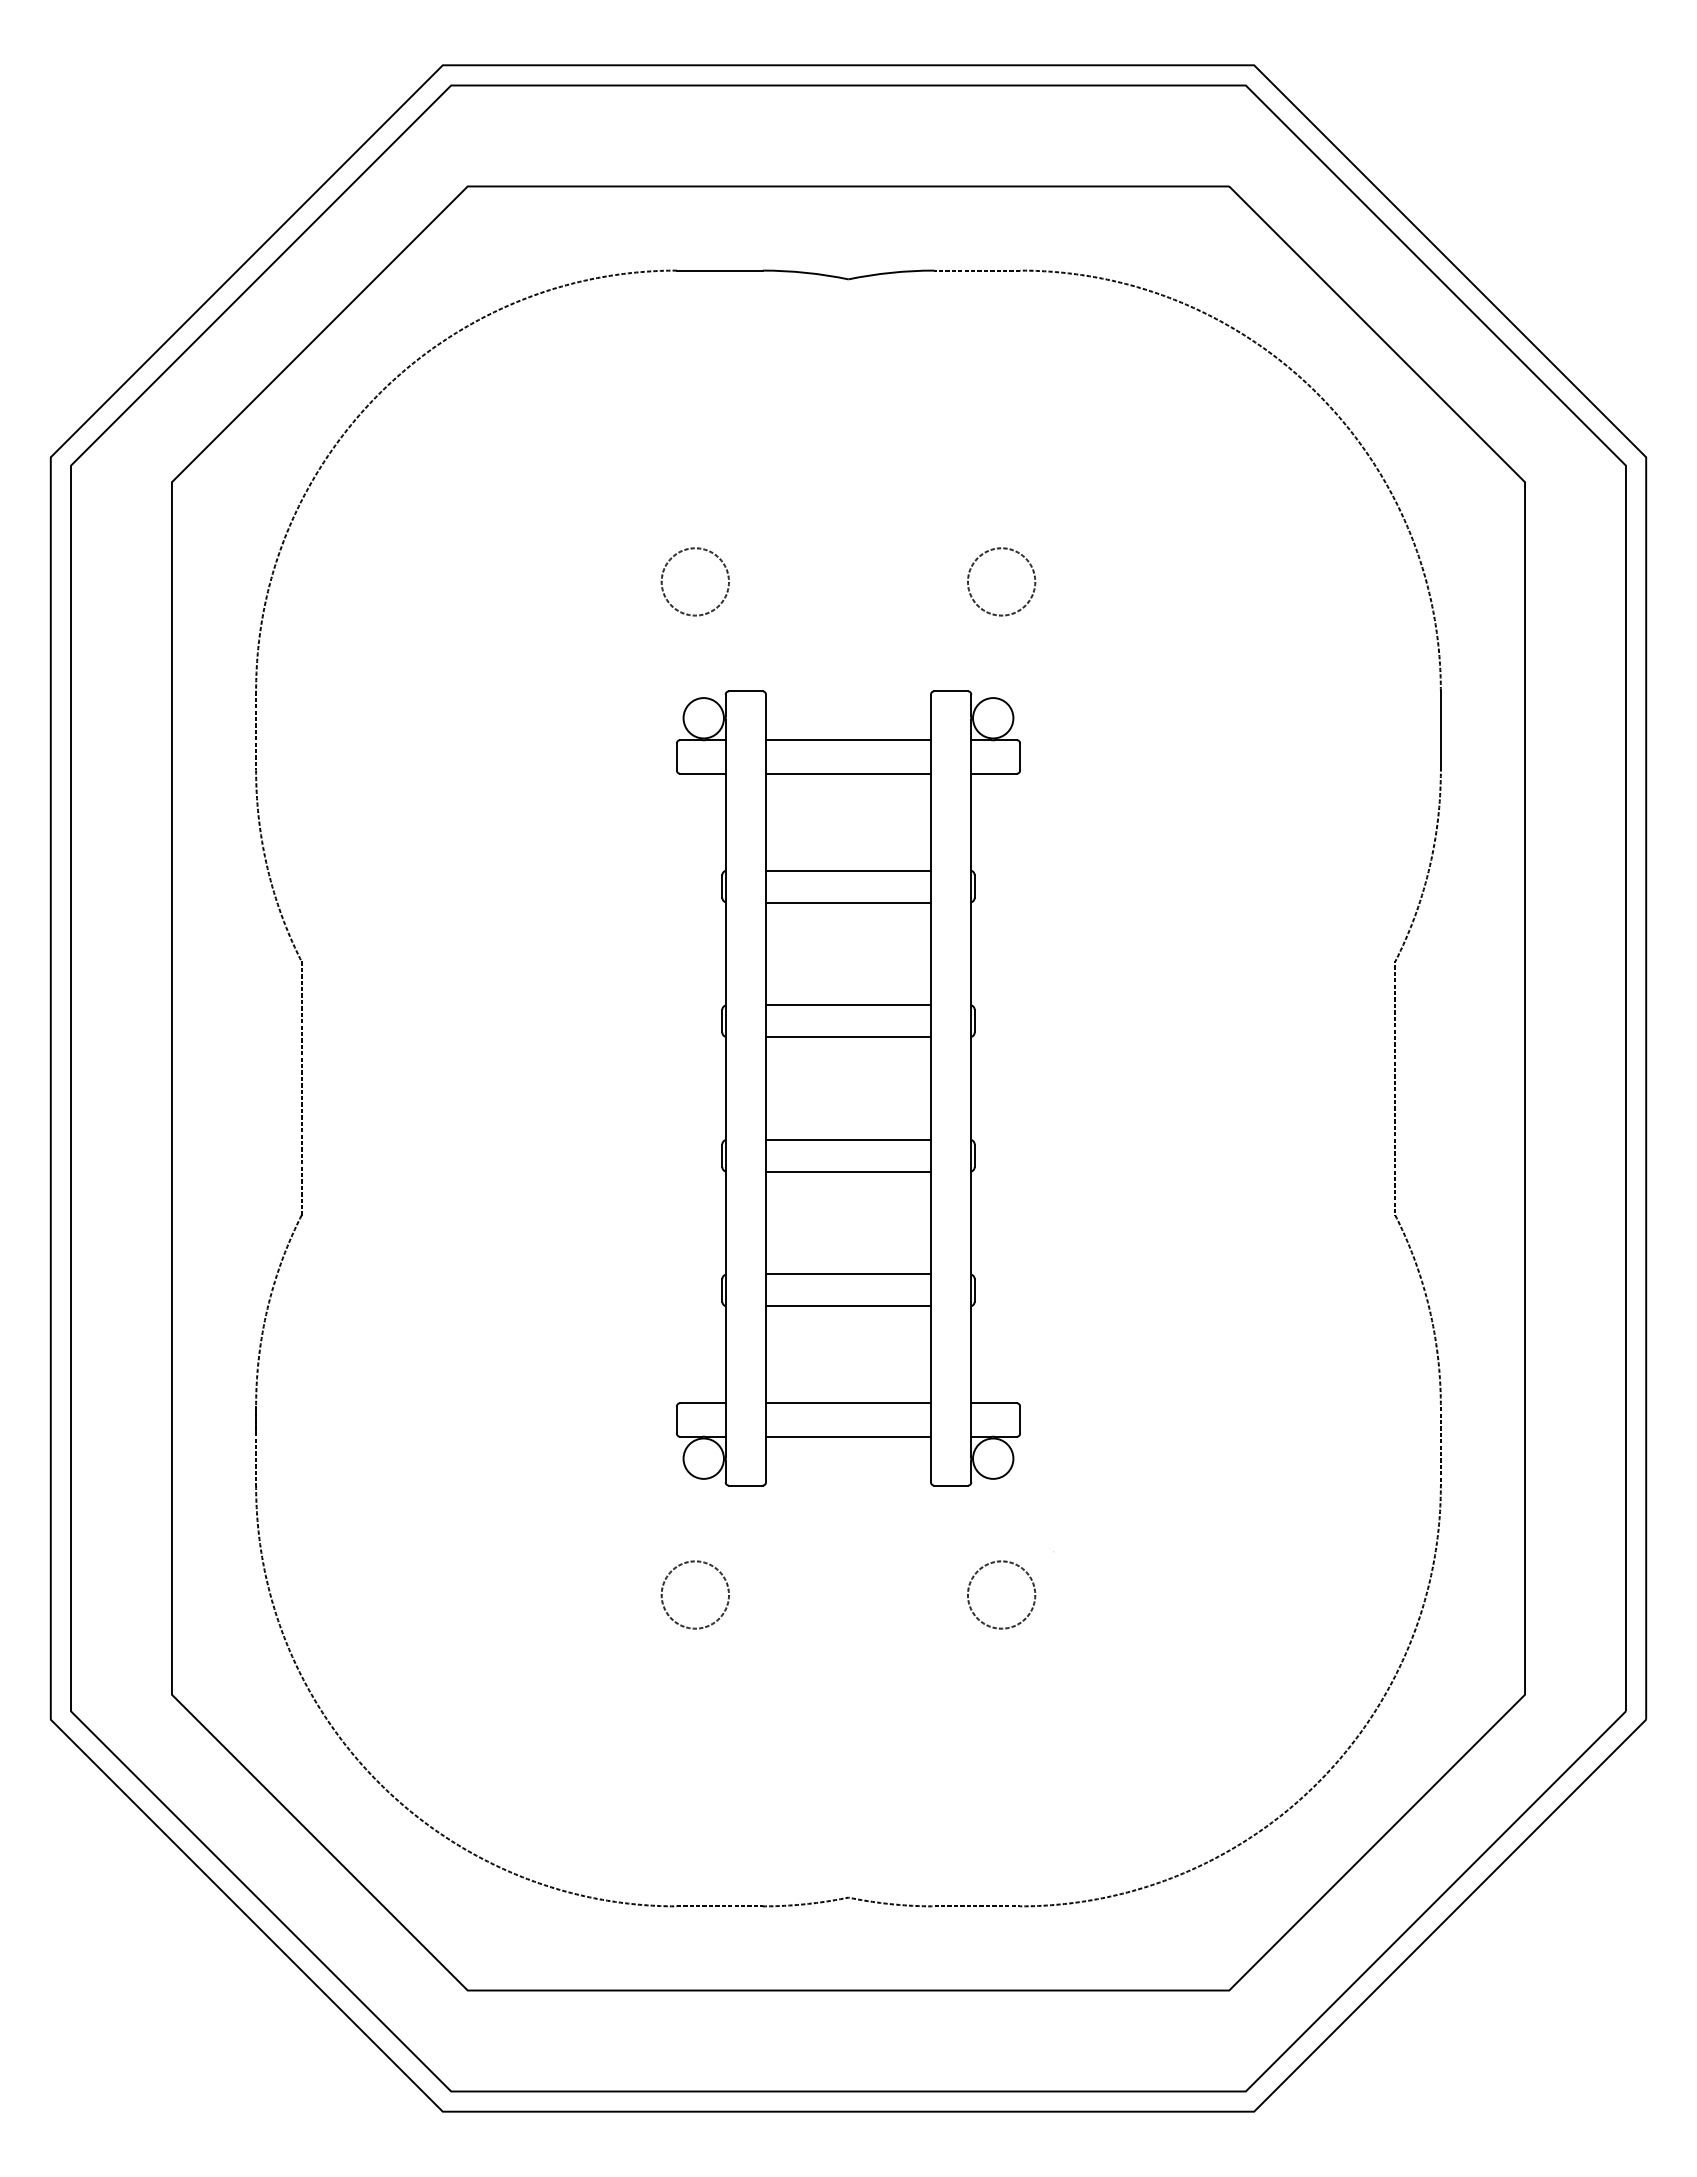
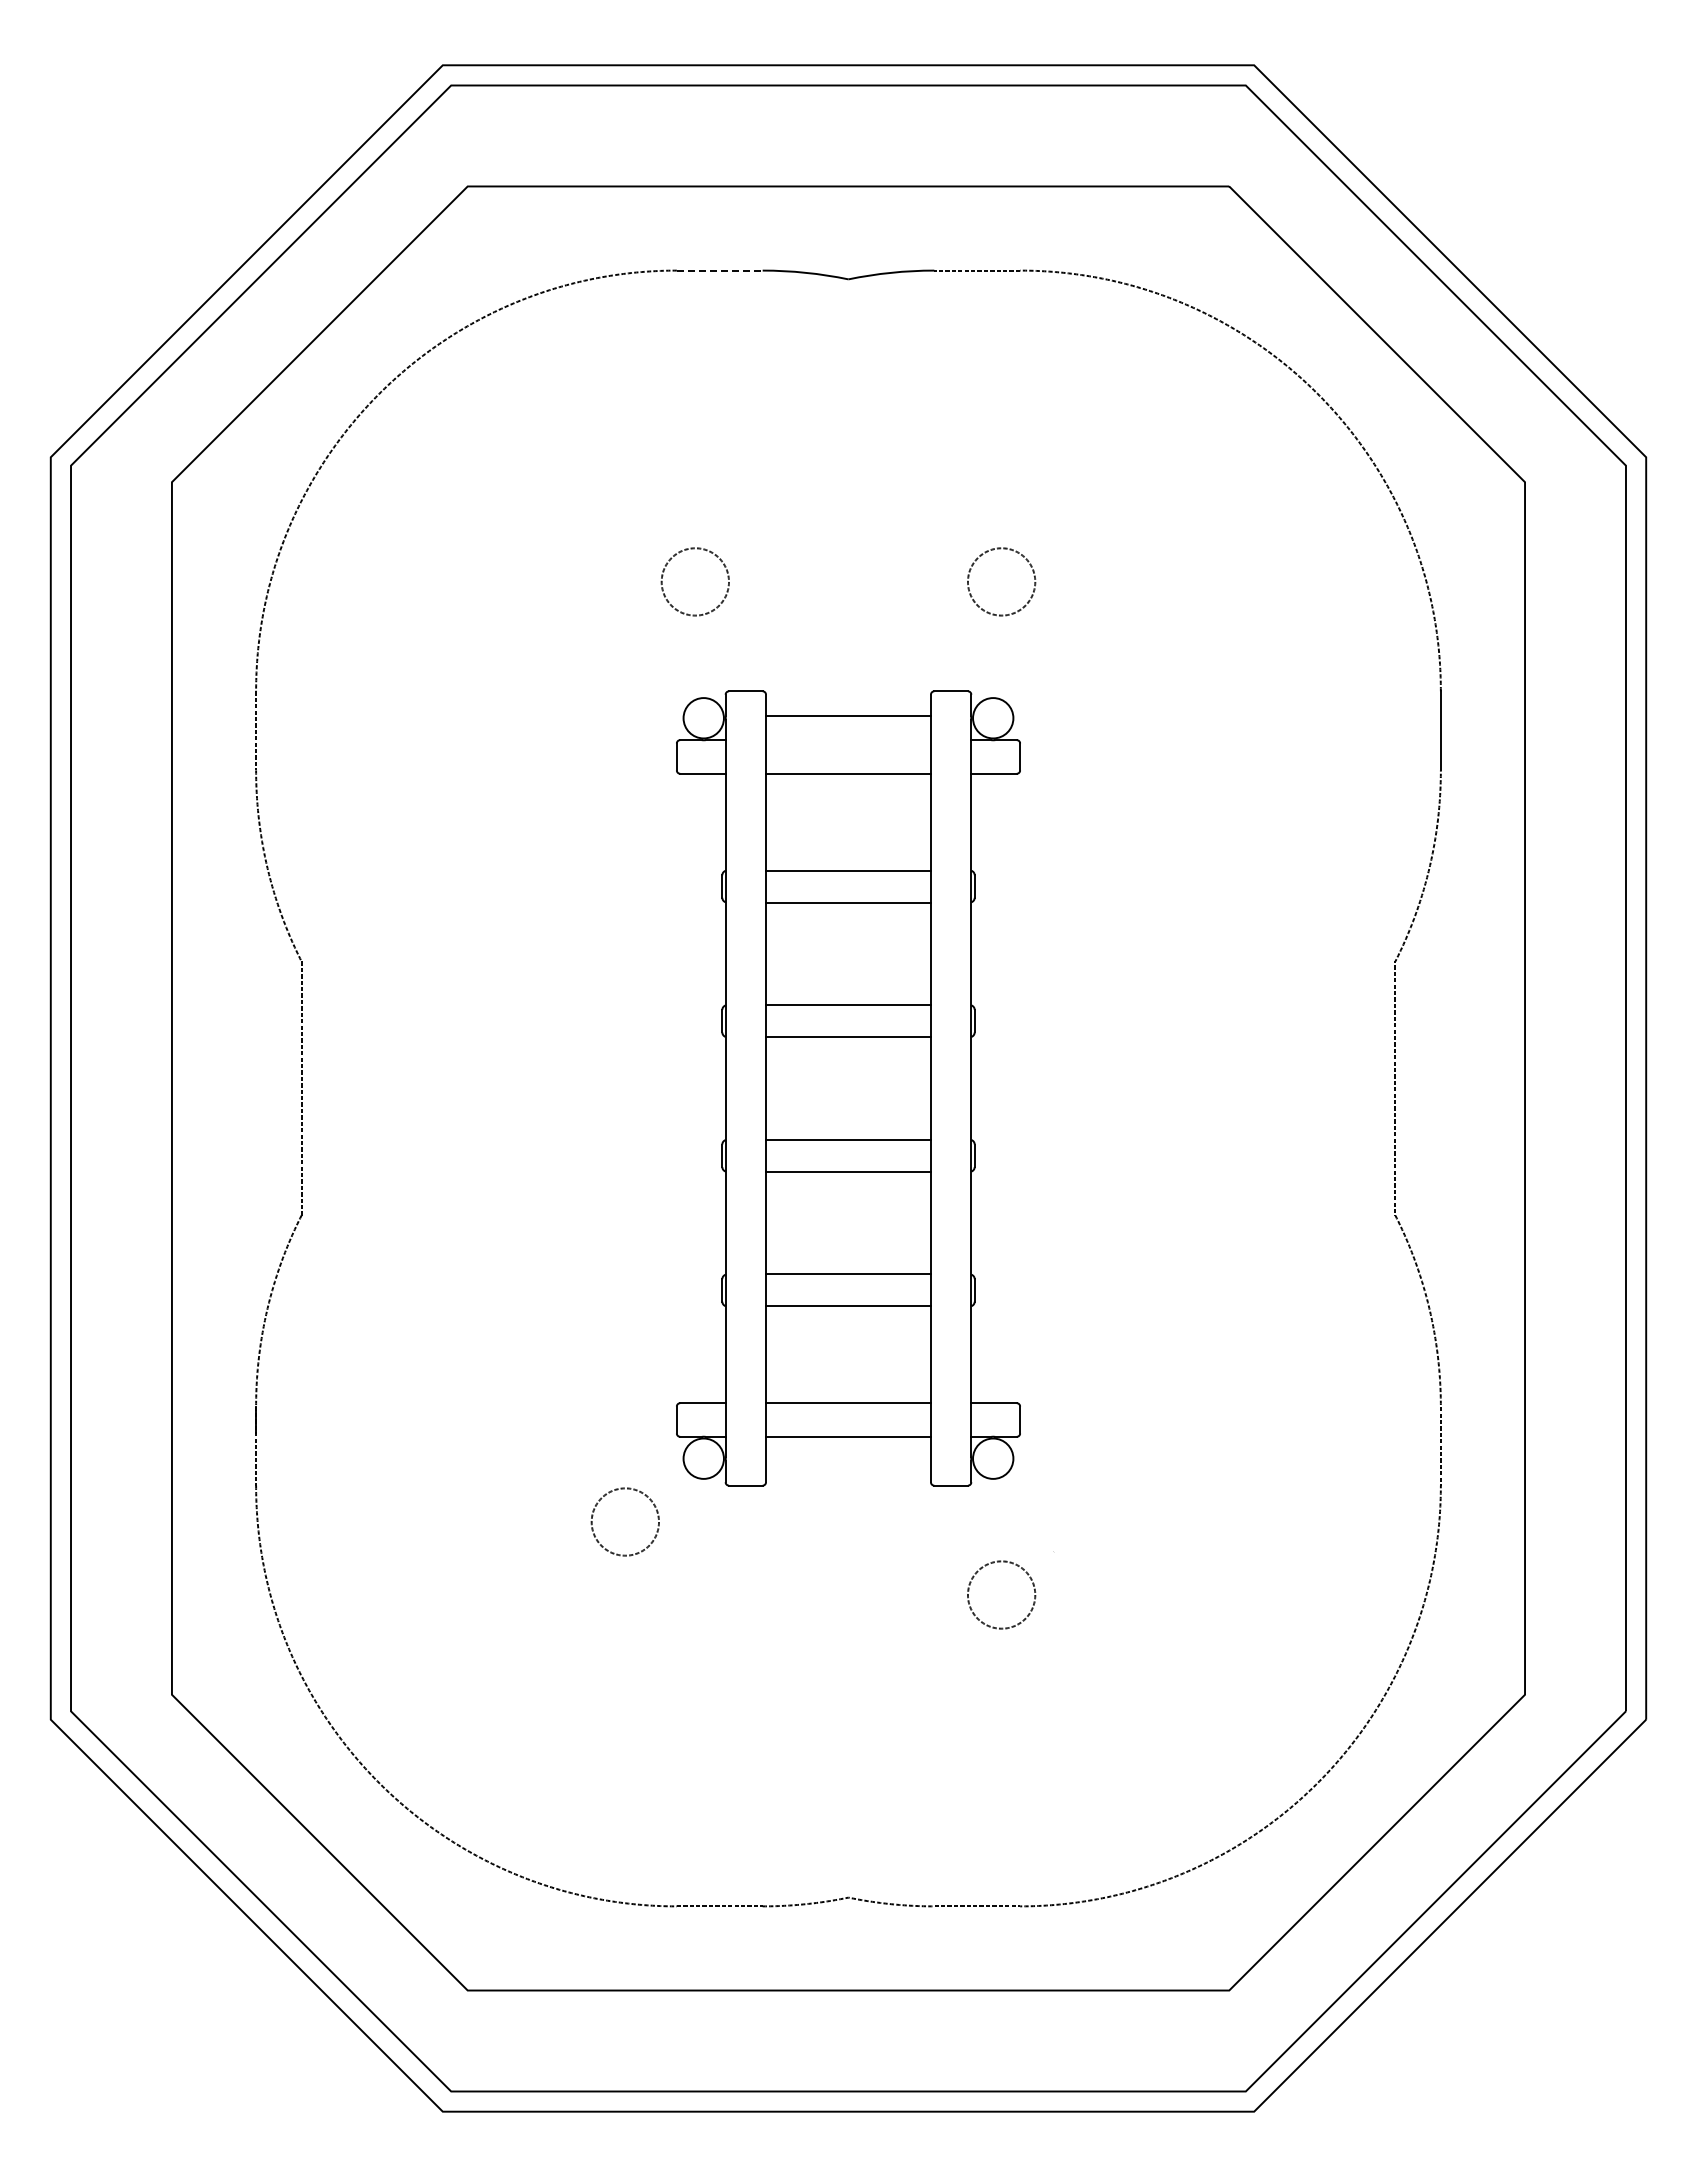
line at (719, 270): solid -> dashed
line at (848, 740) position: (848, 740) -> (848, 716)
circle at (694, 1594) position: (694, 1594) -> (624, 1521)
